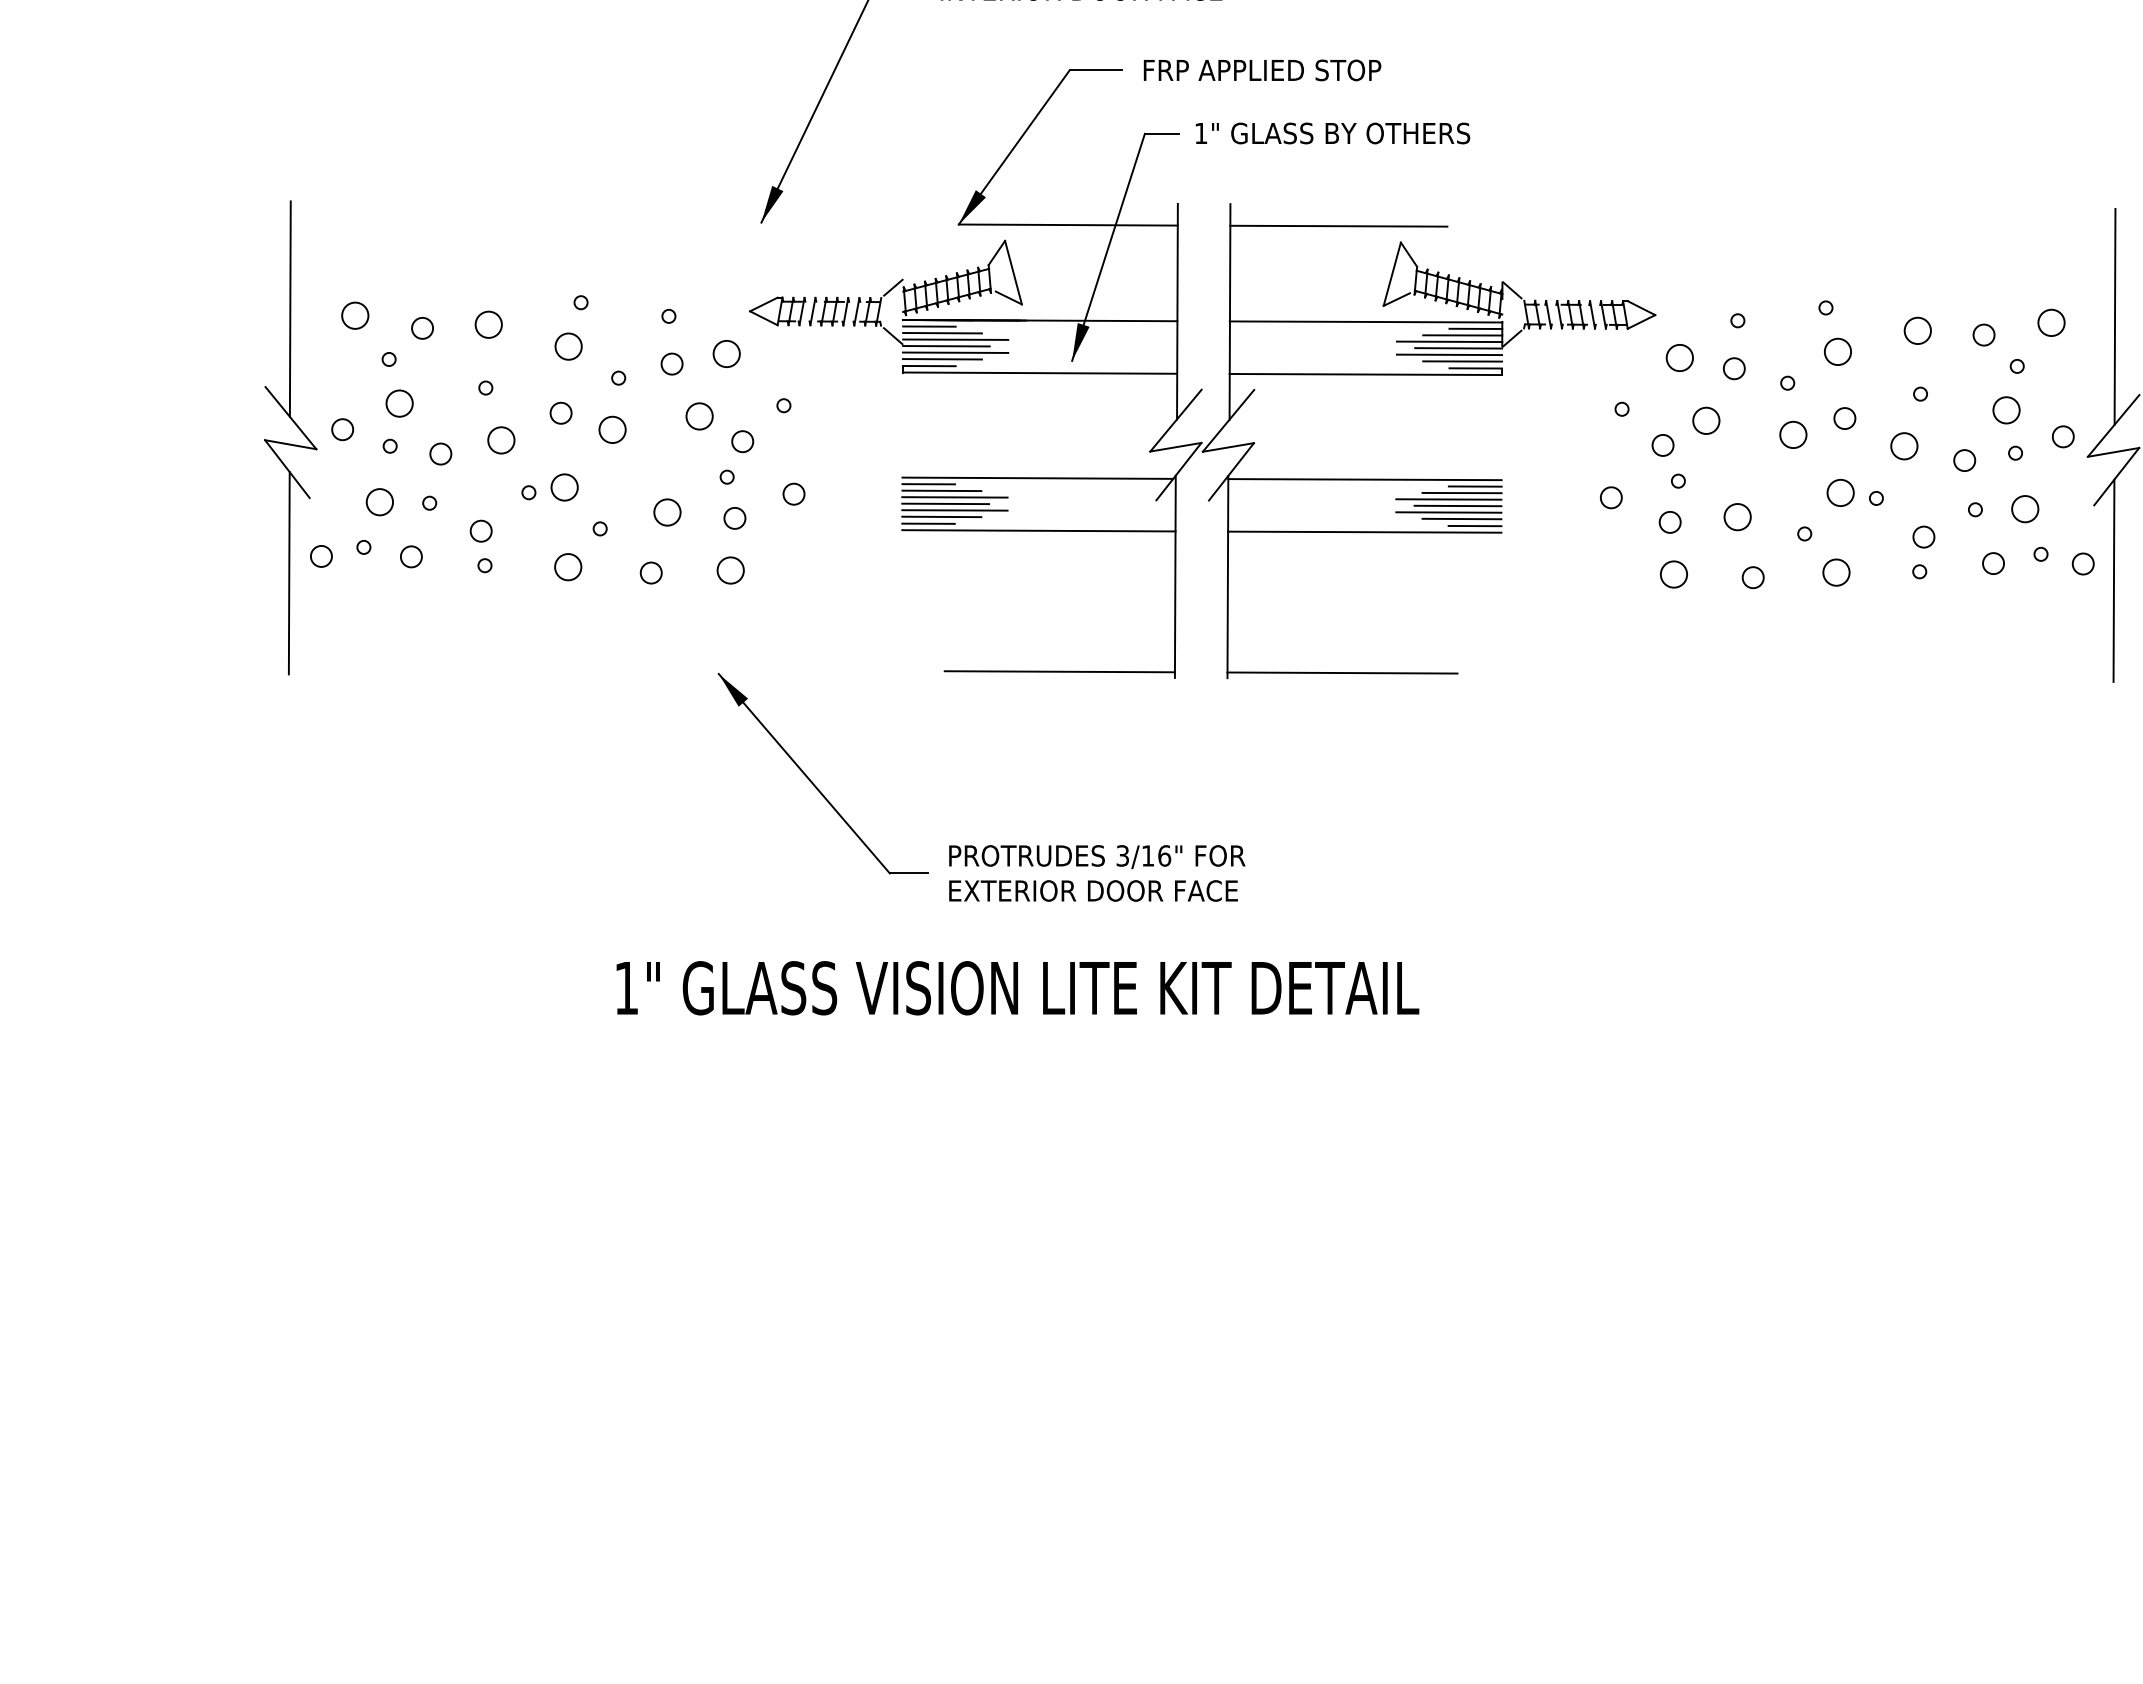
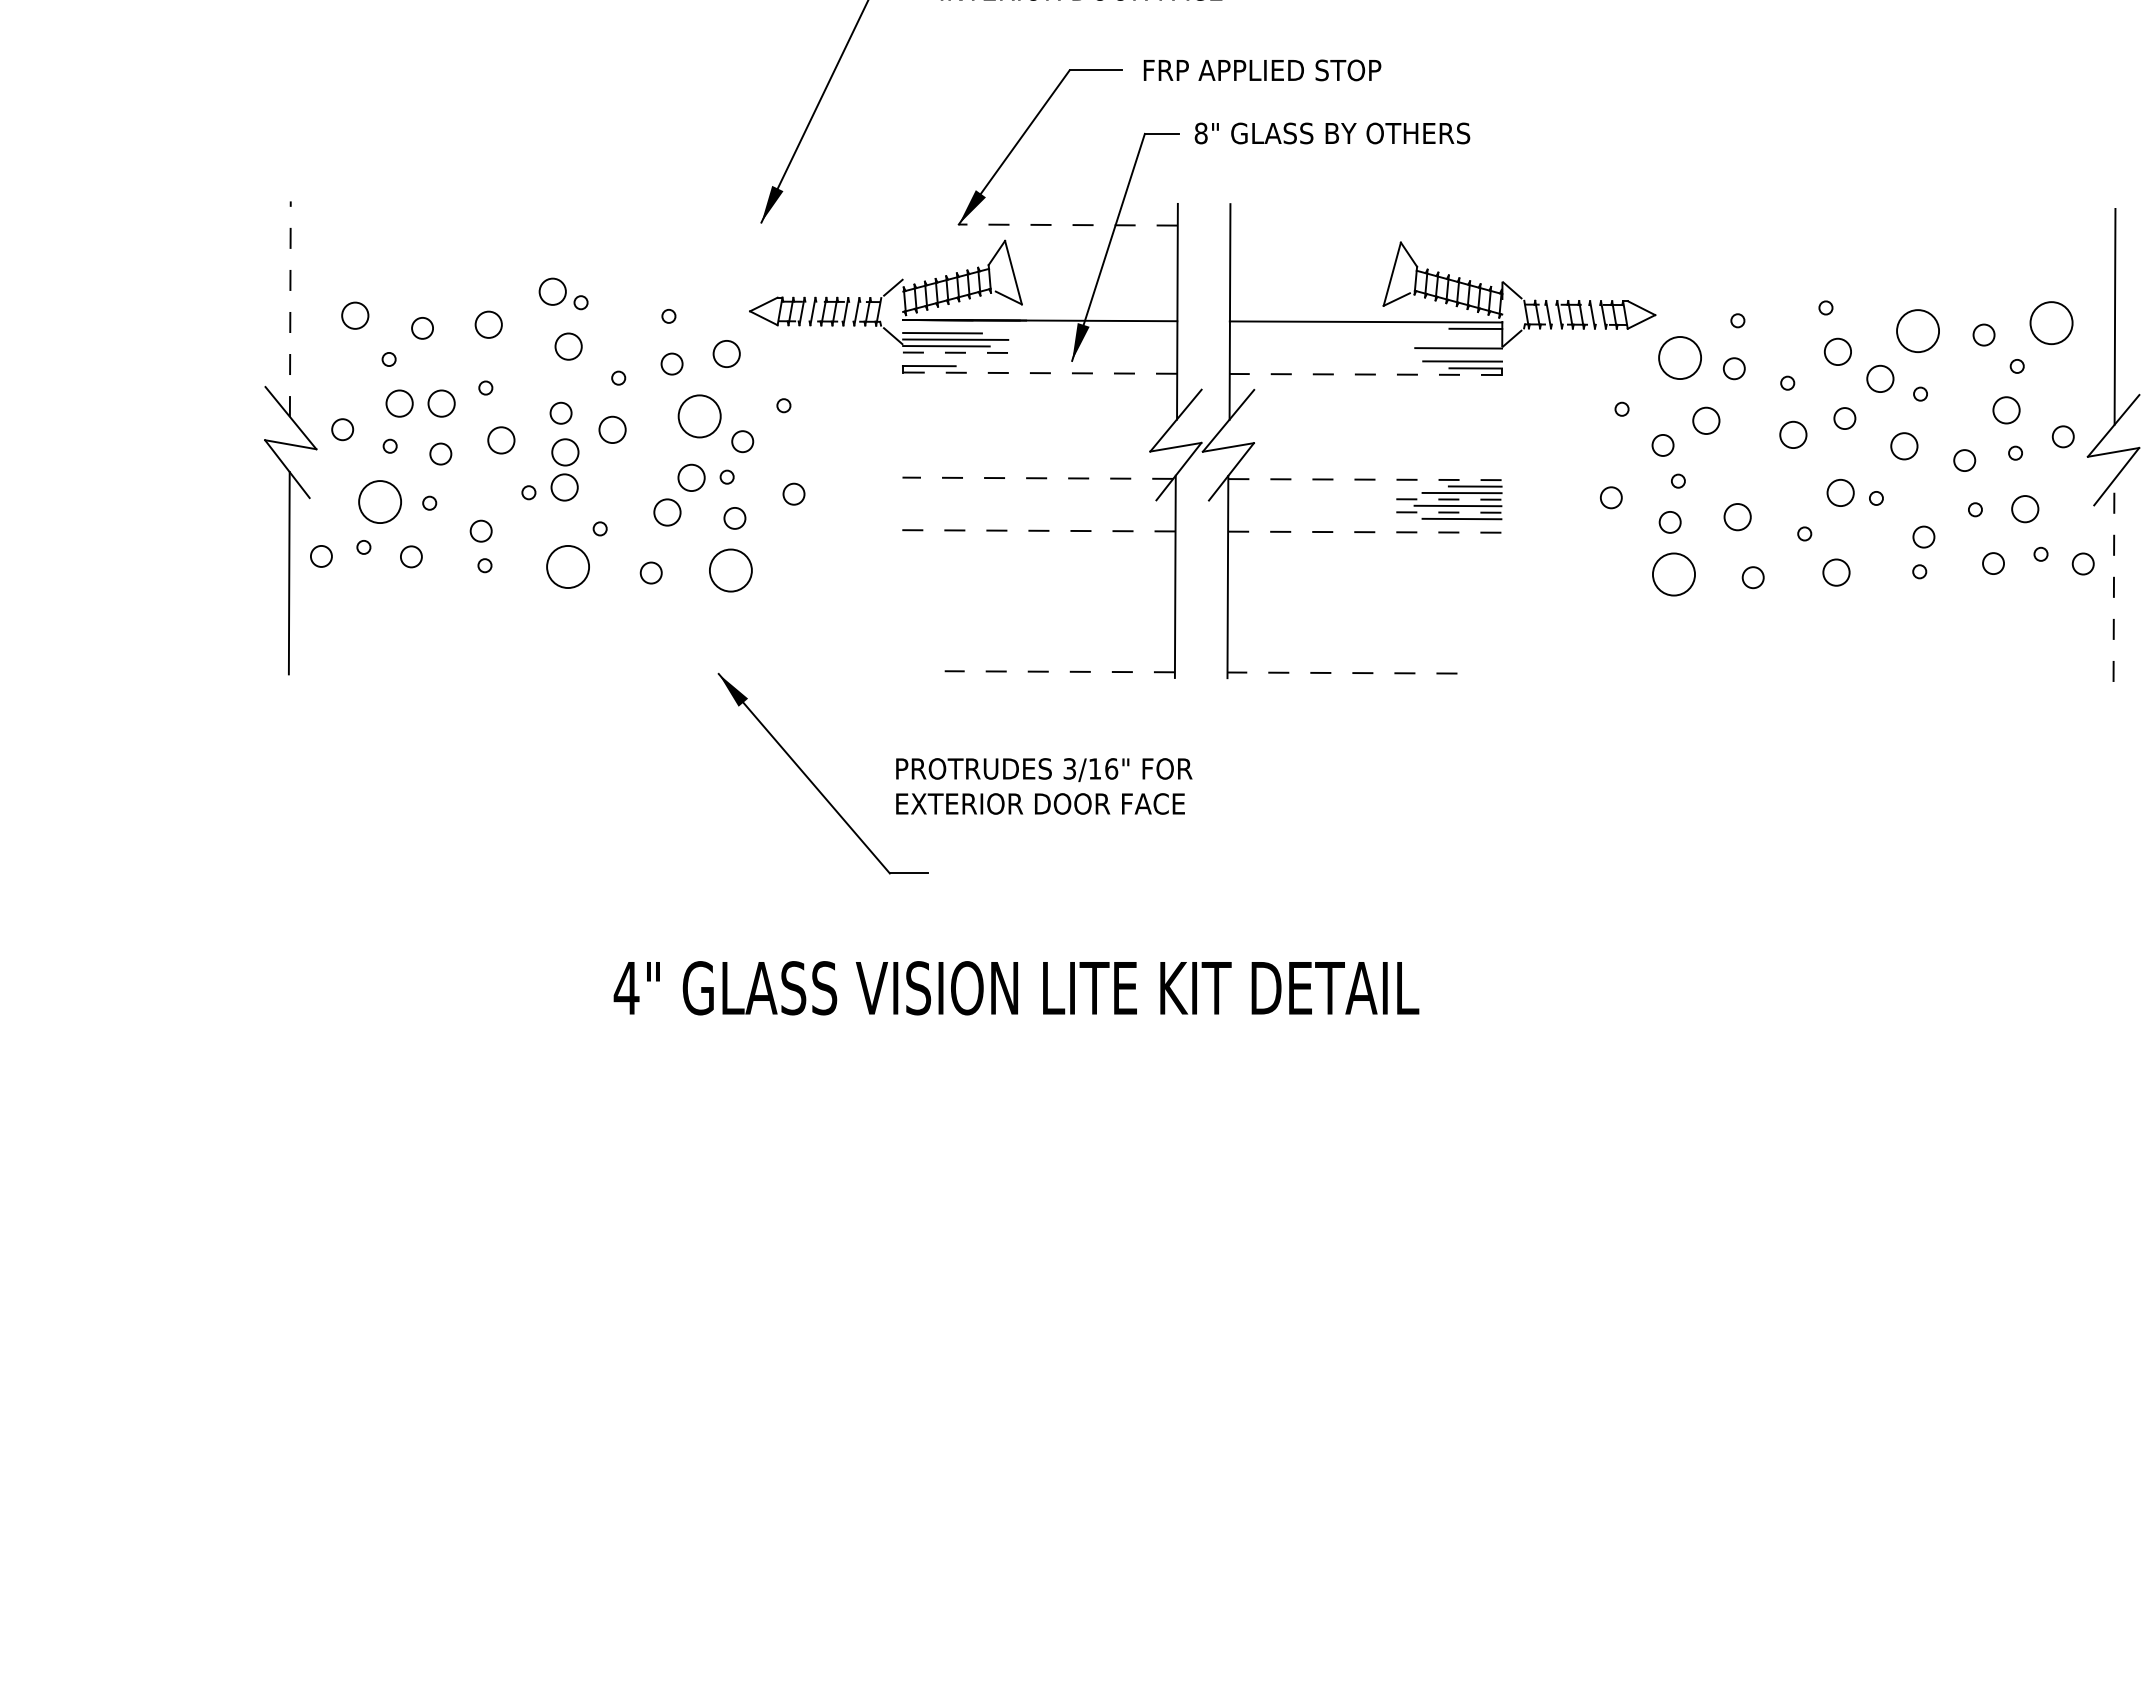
text at (1200, 133): 1" -> 8"
line at (1067, 225): solid -> dashed
line at (1338, 225): present -> none
circle at (552, 291): none -> present
line at (290, 309): solid -> dashed
circle at (2051, 322) size: 29x29 px -> 45x45 px
line at (929, 326): present -> none
circle at (1917, 330) size: 29x29 px -> 44x44 px
line at (1462, 335): present -> none
line at (1449, 341): present -> none
line at (955, 352): solid -> dashed
line at (1449, 354): present -> none
circle at (1679, 357) size: 29x28 px -> 44x44 px
line at (941, 359): present -> none
line at (1039, 373): solid -> dashed
line at (1365, 374): solid -> dashed
circle at (1880, 378): none -> present
circle at (441, 403): none -> present
circle at (699, 416) size: 29x29 px -> 45x45 px
circle at (565, 452): none -> present
circle at (691, 477): none -> present
line at (1037, 478): solid -> dashed
line at (1364, 479): solid -> dashed
line at (928, 484): present -> none
line at (941, 490): present -> none
line at (954, 497): present -> none
line at (1448, 499): solid -> dashed
circle at (379, 502) size: 29x29 px -> 44x44 px
line at (945, 503): present -> none
line at (954, 510): present -> none
line at (1448, 512): solid -> dashed
line at (941, 516): present -> none
line at (928, 523): present -> none
line at (1474, 525): present -> none
line at (1038, 530): solid -> dashed
line at (1364, 532): solid -> dashed
circle at (568, 567) size: 29x29 px -> 44x44 px
circle at (730, 570) size: 29x29 px -> 44x45 px
circle at (1673, 574) diameter: 26 px -> 42 px
line at (2113, 580): solid -> dashed
line at (1059, 671): solid -> dashed
line at (1342, 673): solid -> dashed
text at (1097, 873) position: (1097, 873) -> (1044, 786)
text at (626, 988): 1" -> 4"
